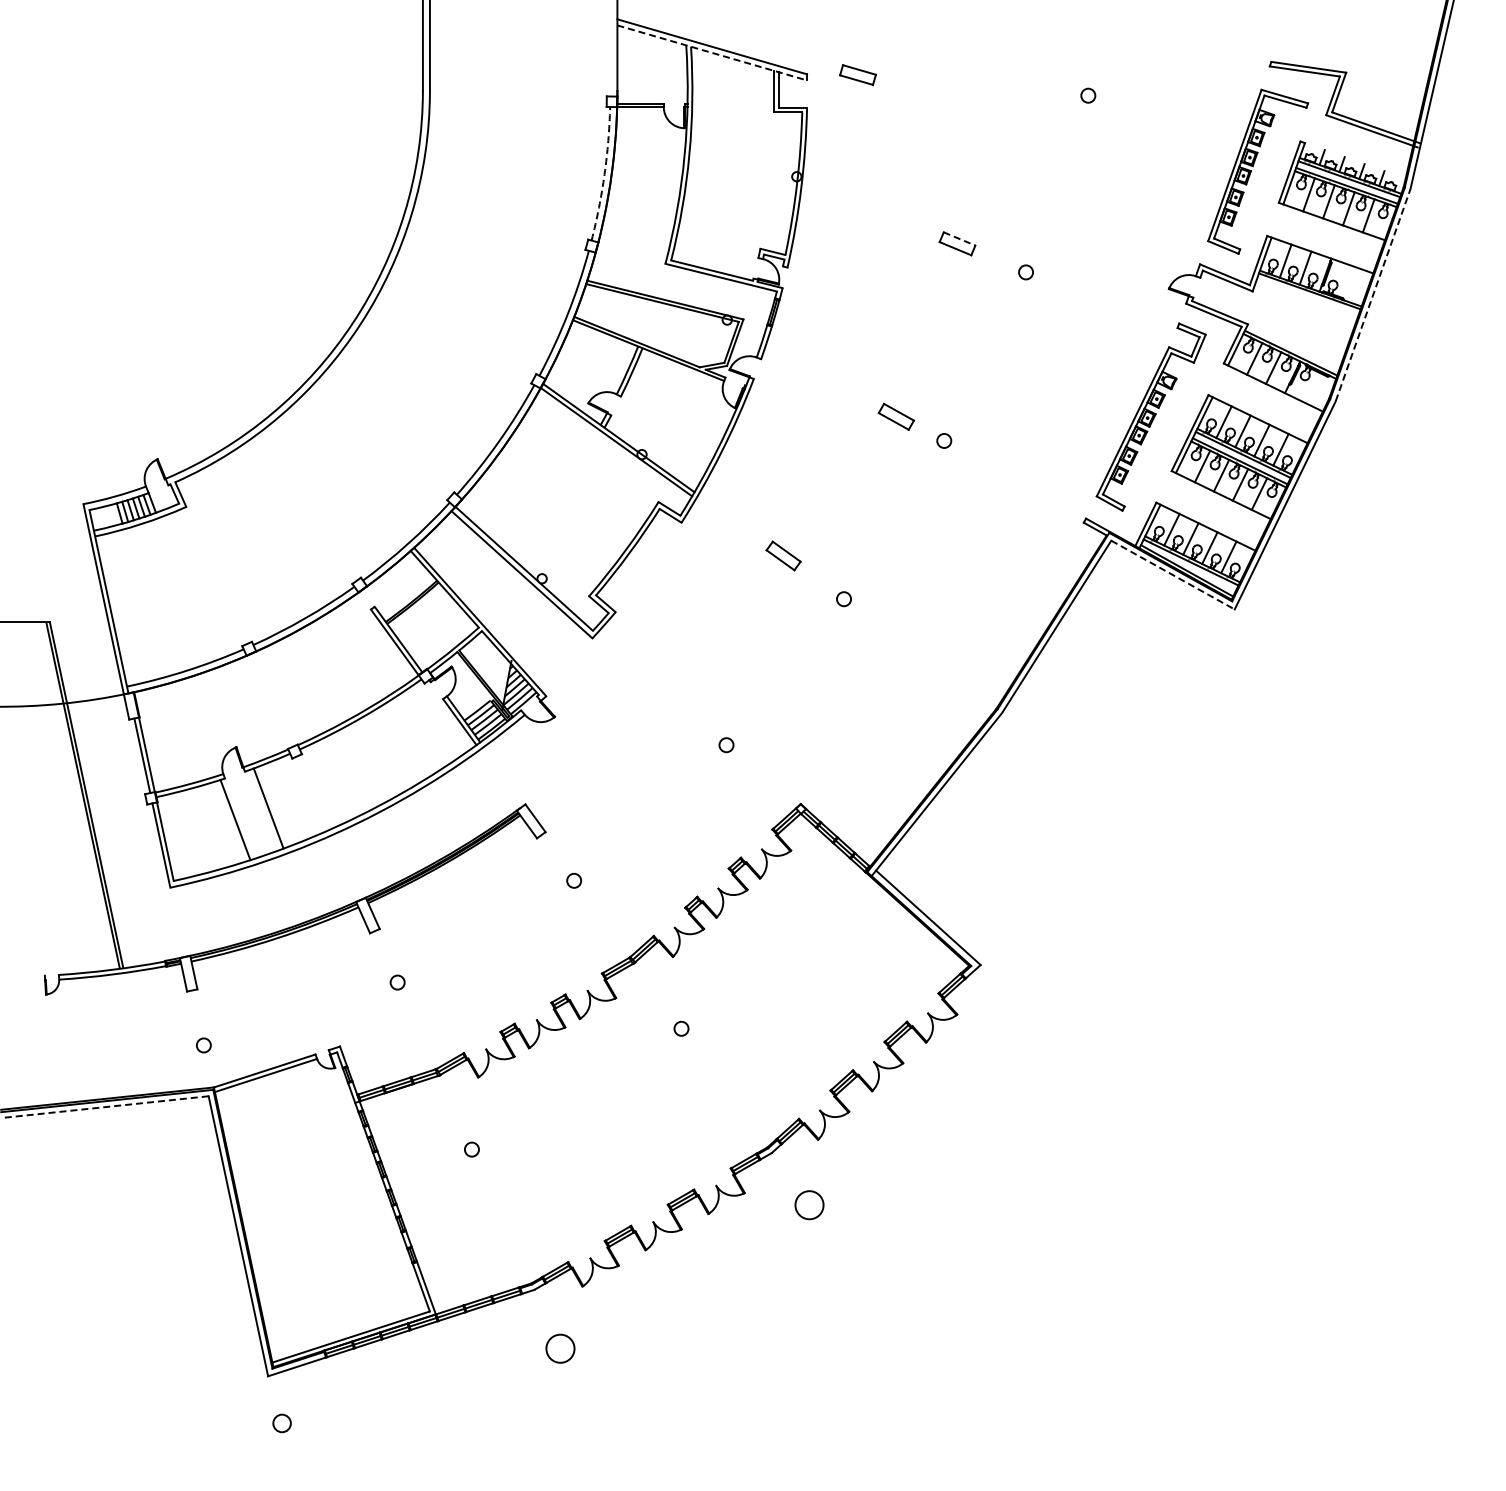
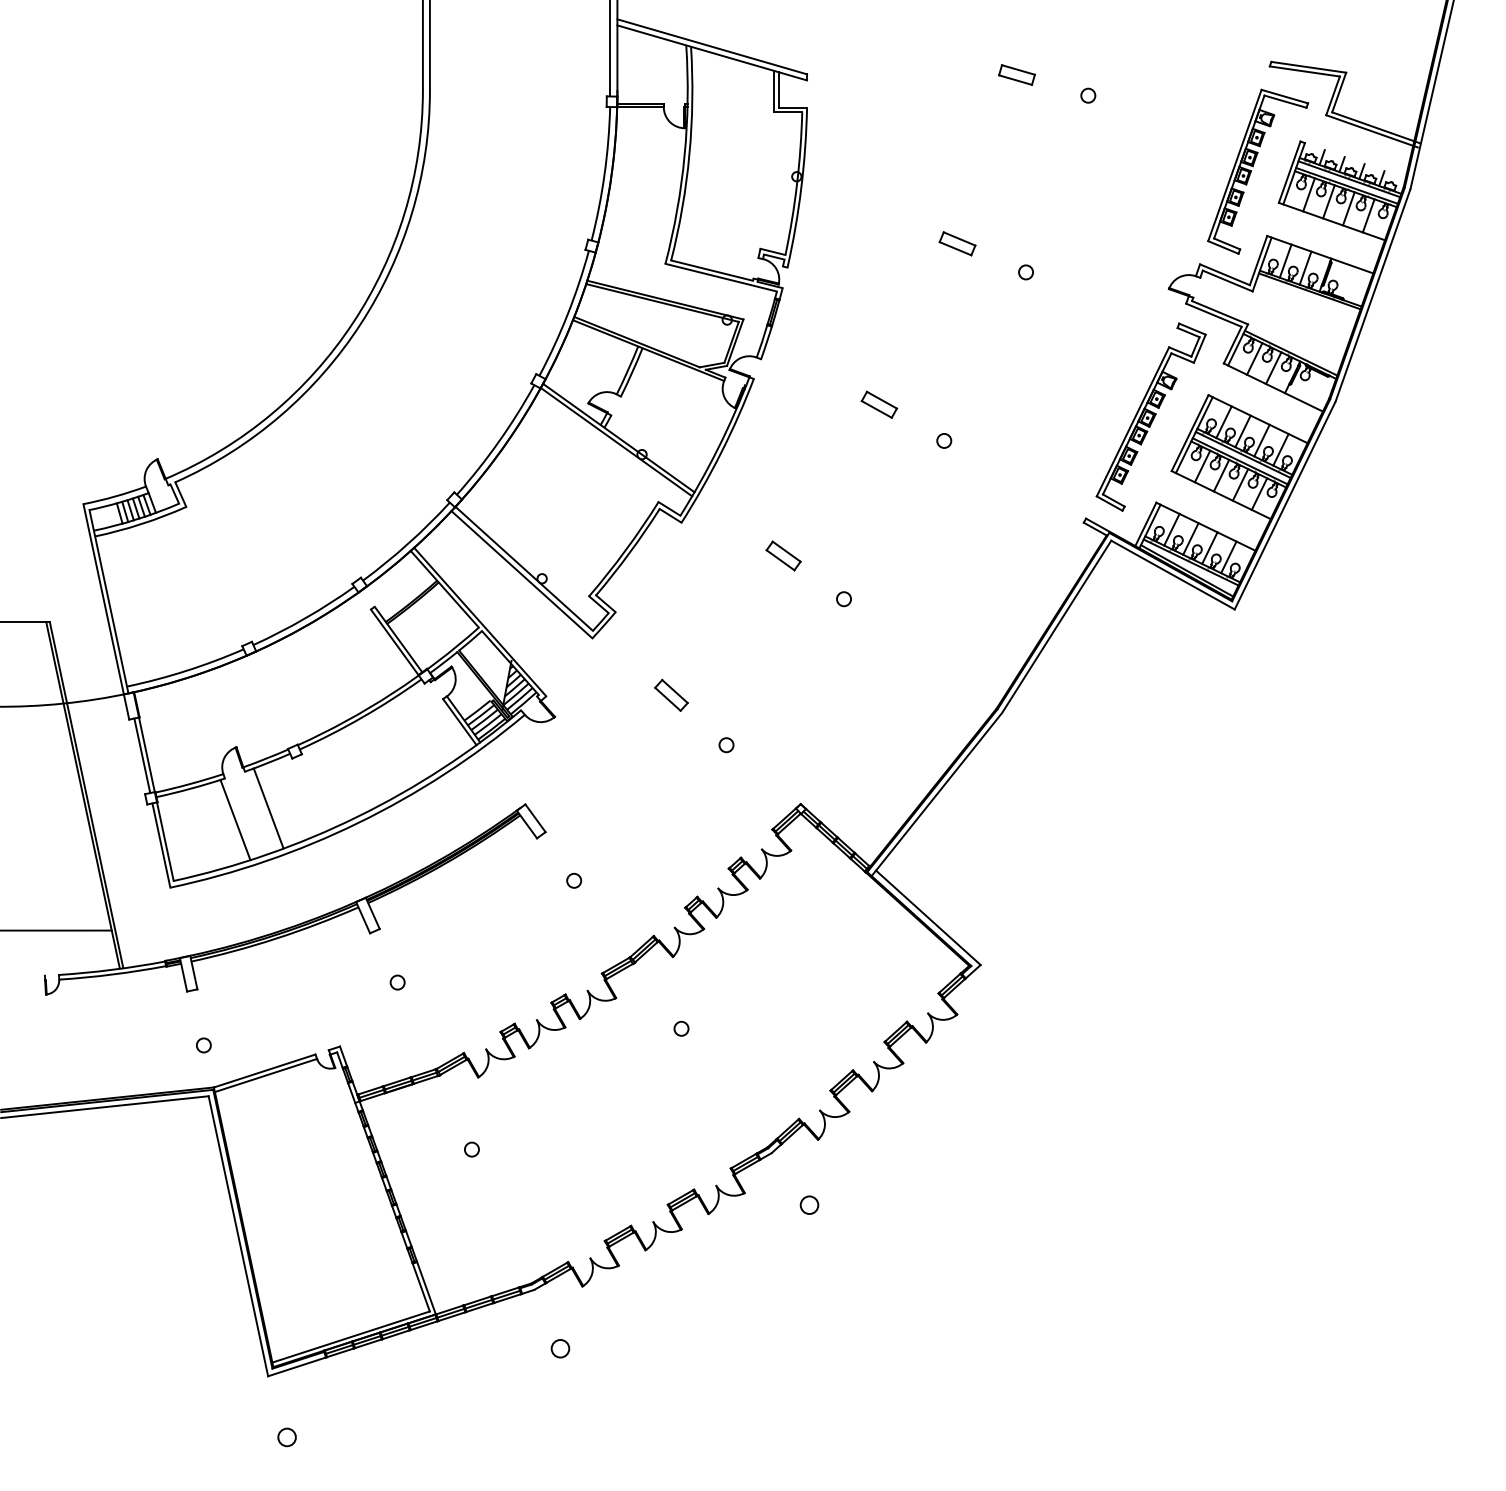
line at (610, 49): none -> present
line at (712, 52): dashed -> solid
part at (857, 74) position: (857, 74) -> (1016, 74)
arc at (604, 174): dashed -> solid
line at (960, 239): dashed -> solid
line at (1373, 294): dashed -> solid
part at (896, 416) position: (896, 416) -> (879, 404)
line at (1173, 575): dashed -> solid
part at (671, 694): none -> present
line at (56, 930): none -> present
line at (104, 1107): dashed -> solid
circle at (809, 1205) diameter: 28 px -> 18 px
circle at (560, 1348) diameter: 28 px -> 18 px
circle at (281, 1423) position: (281, 1423) -> (286, 1437)
